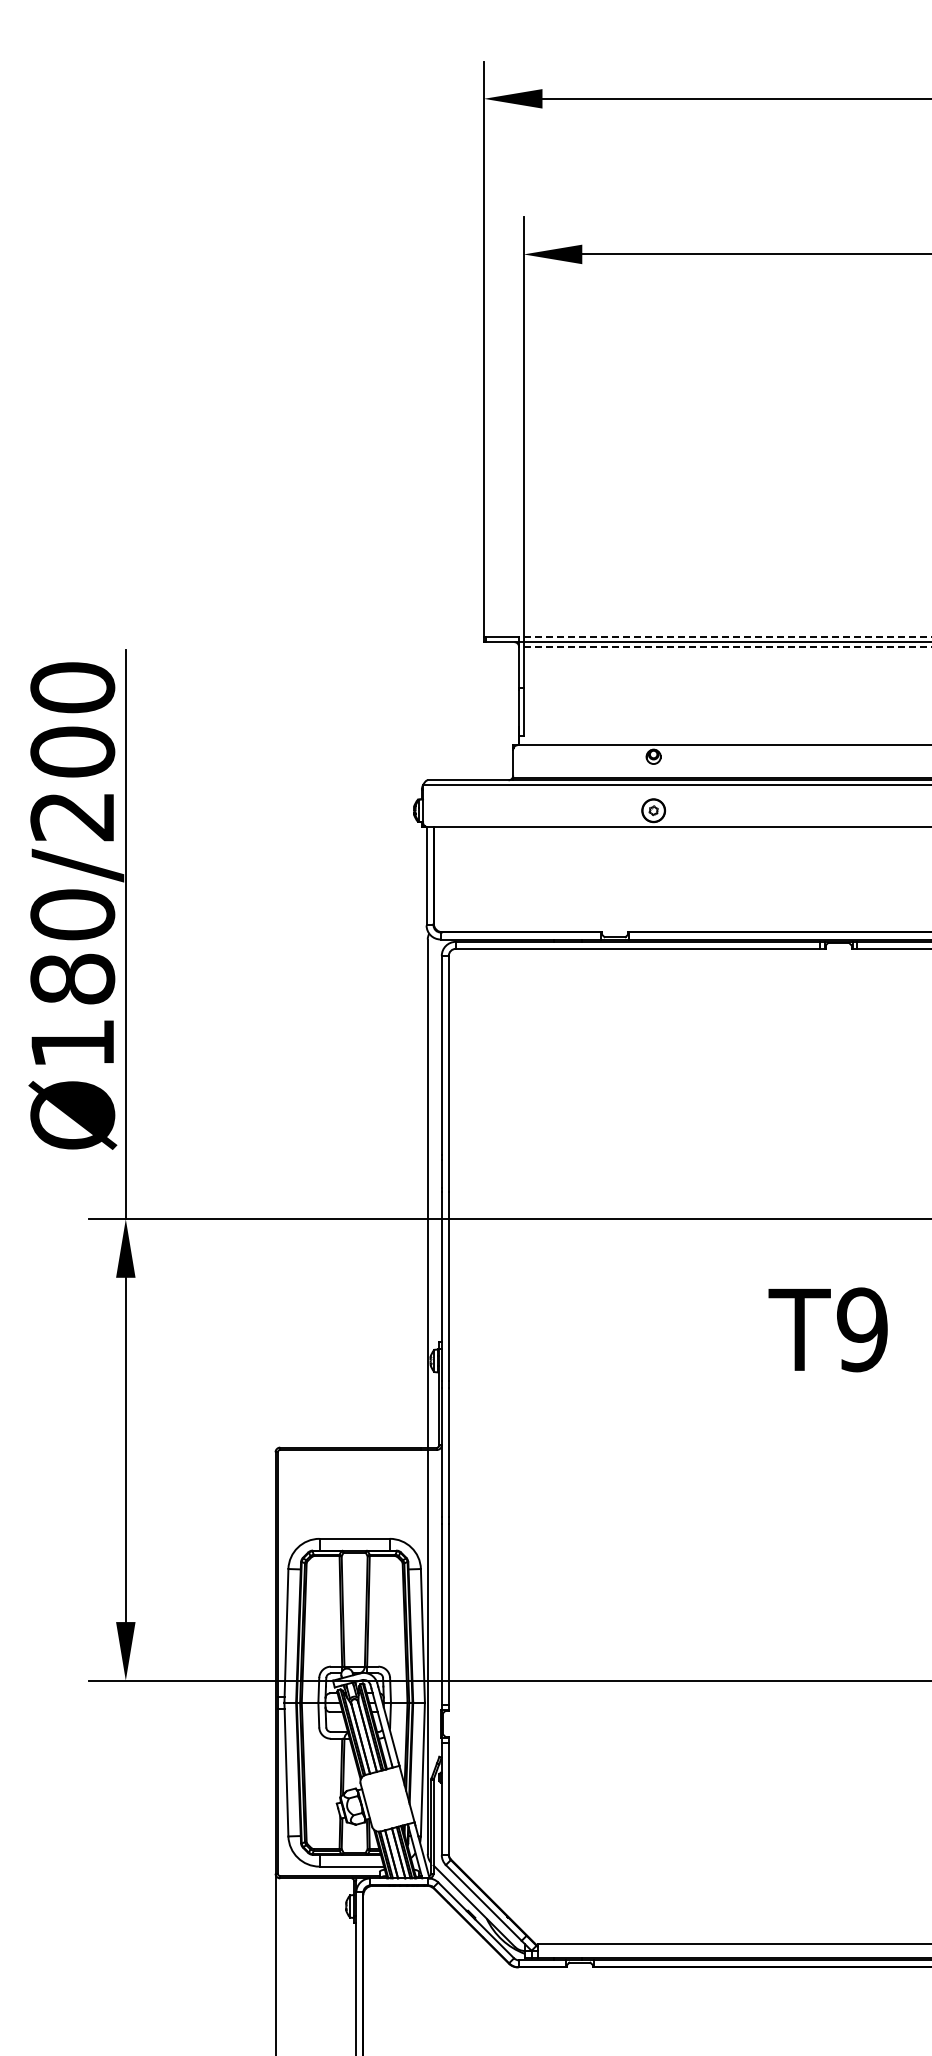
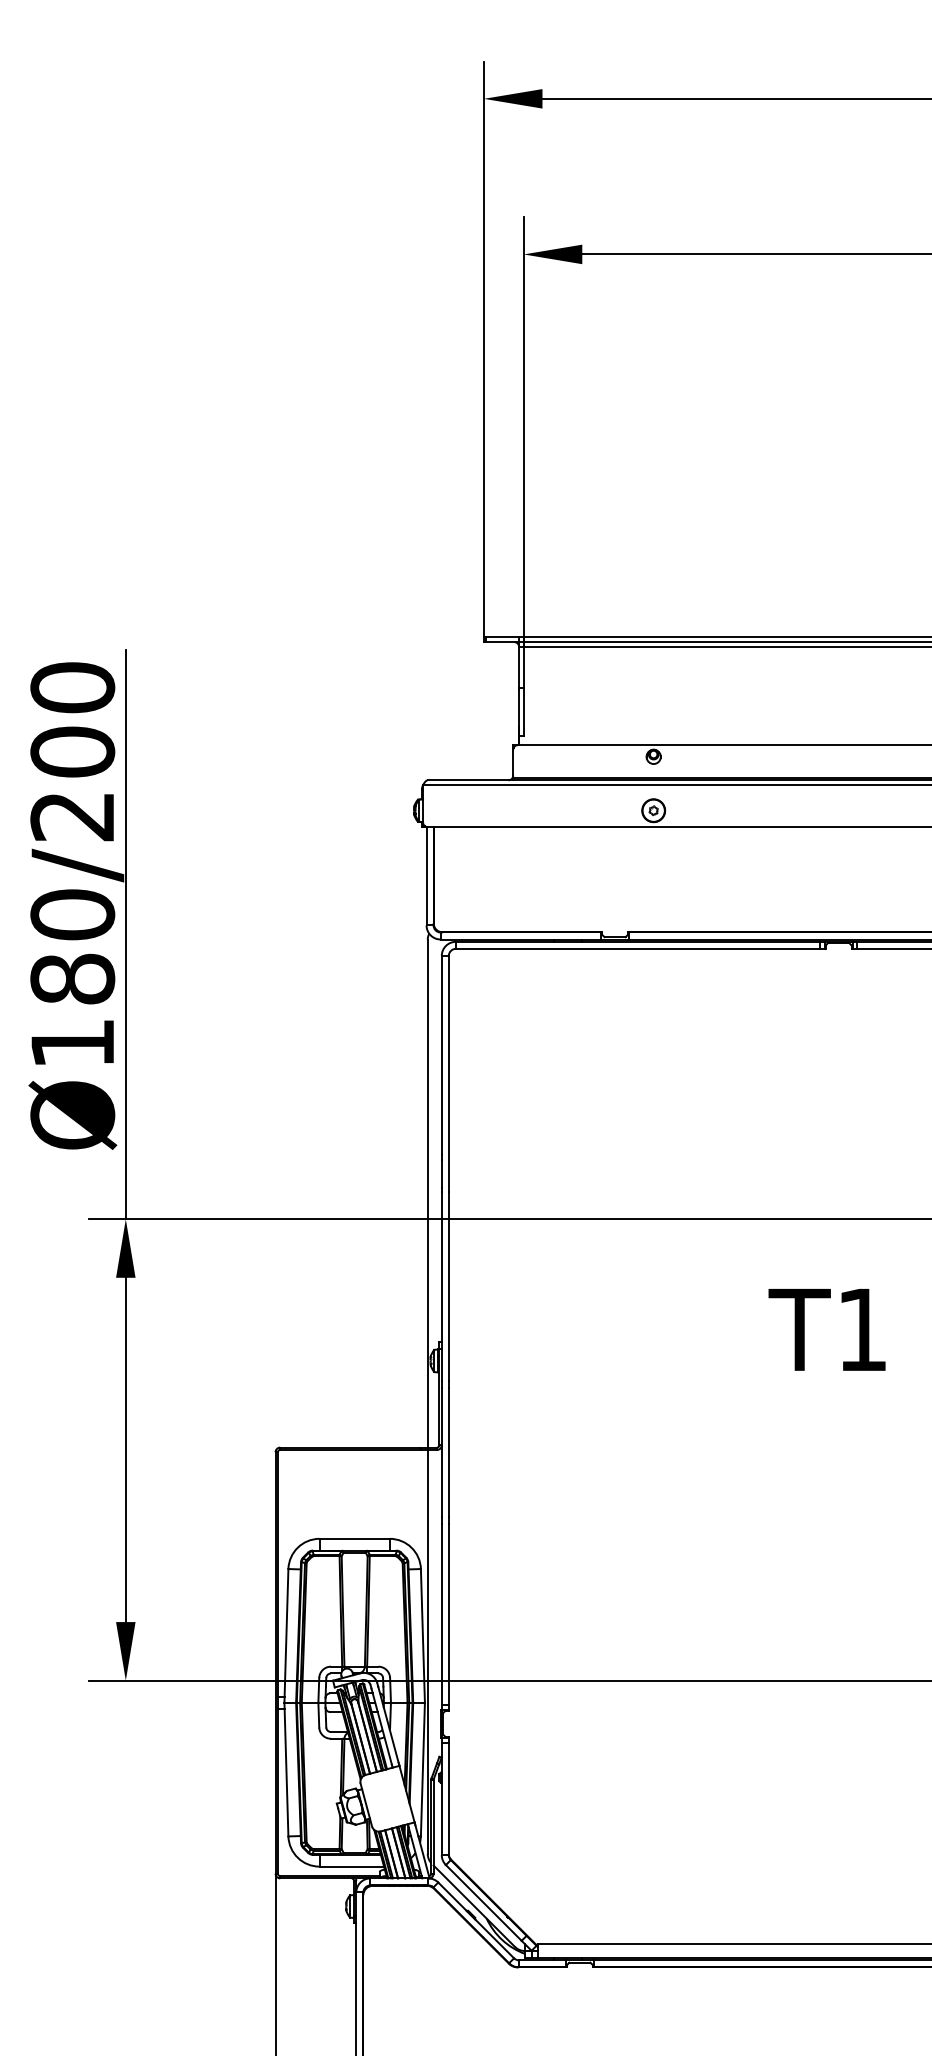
line at (725, 637): dashed -> solid
line at (725, 646): dashed -> solid
text at (862, 1329): T9 -> T1
